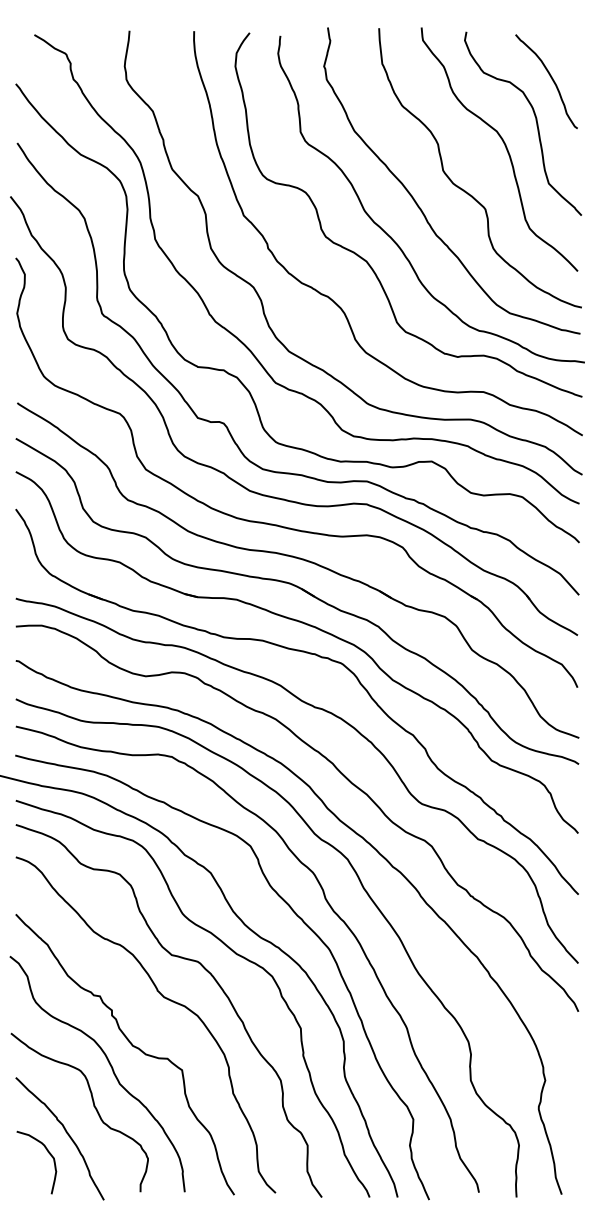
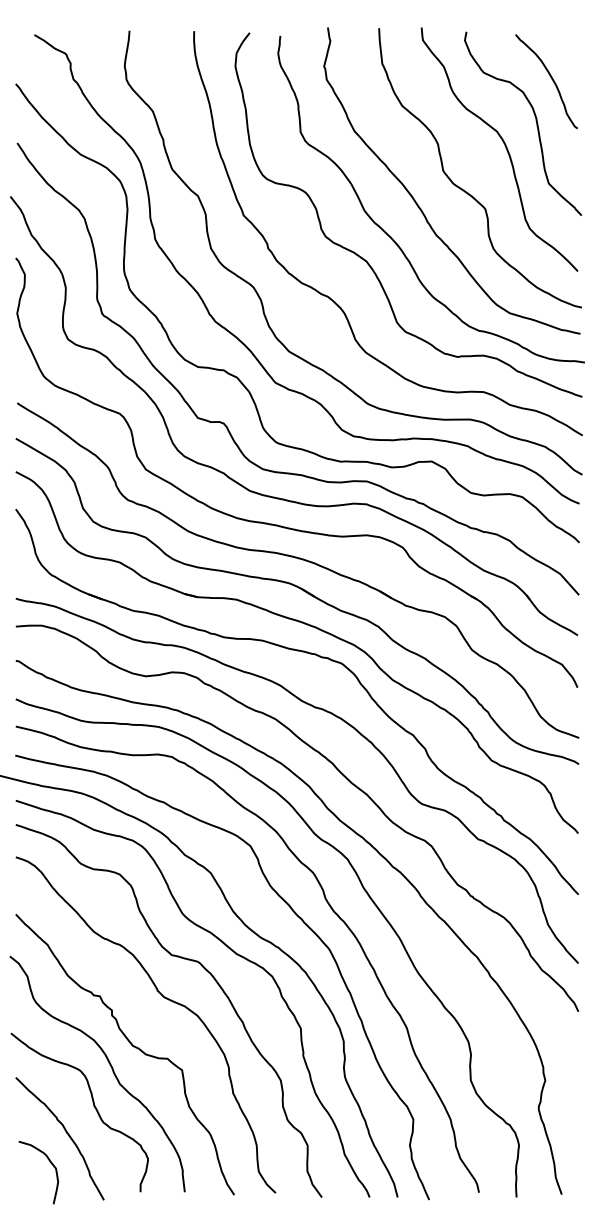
curve at (48, 1153) position: (48, 1153) -> (50, 1163)
